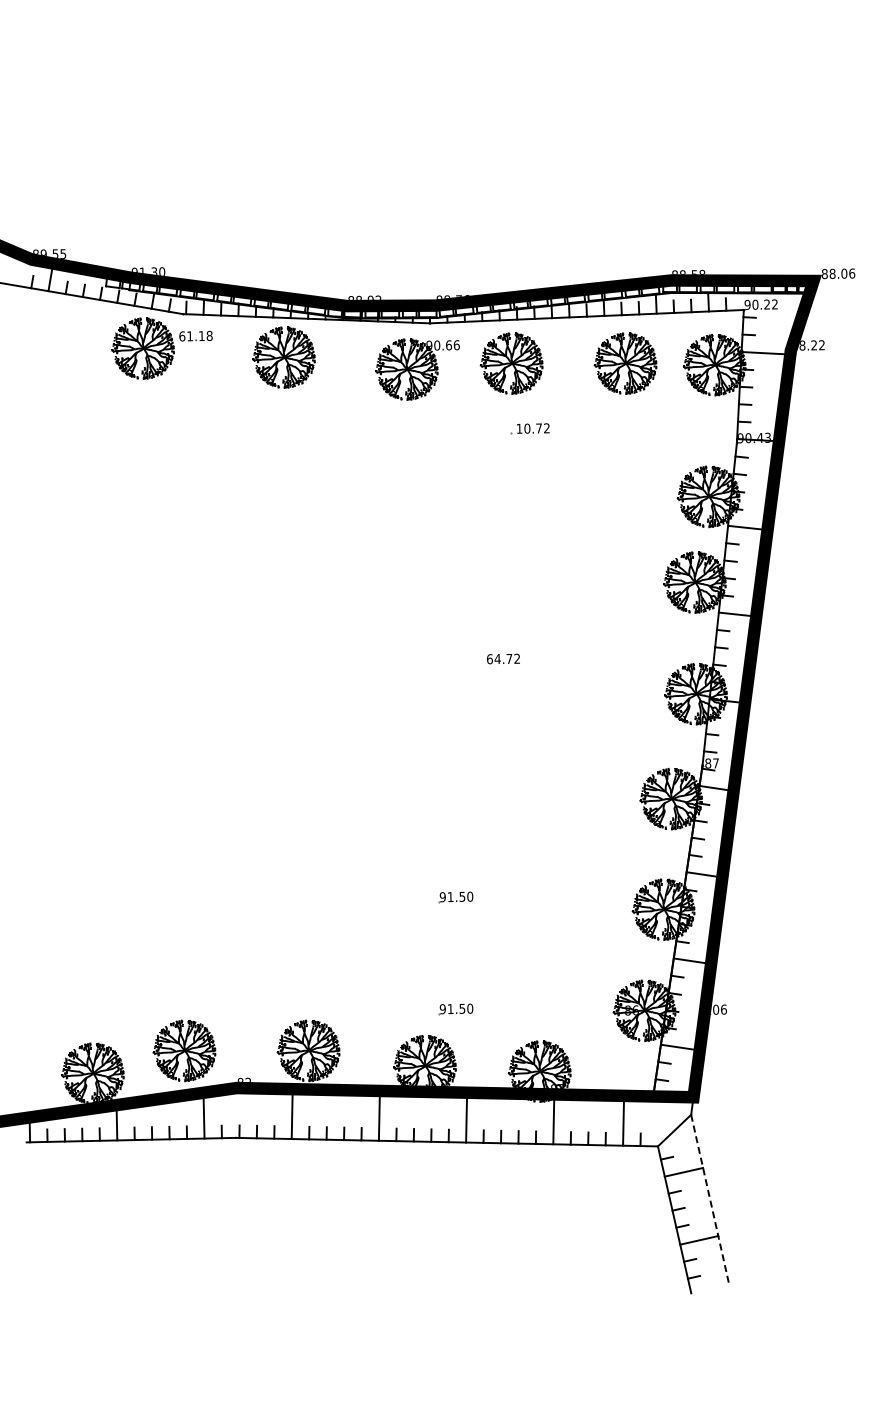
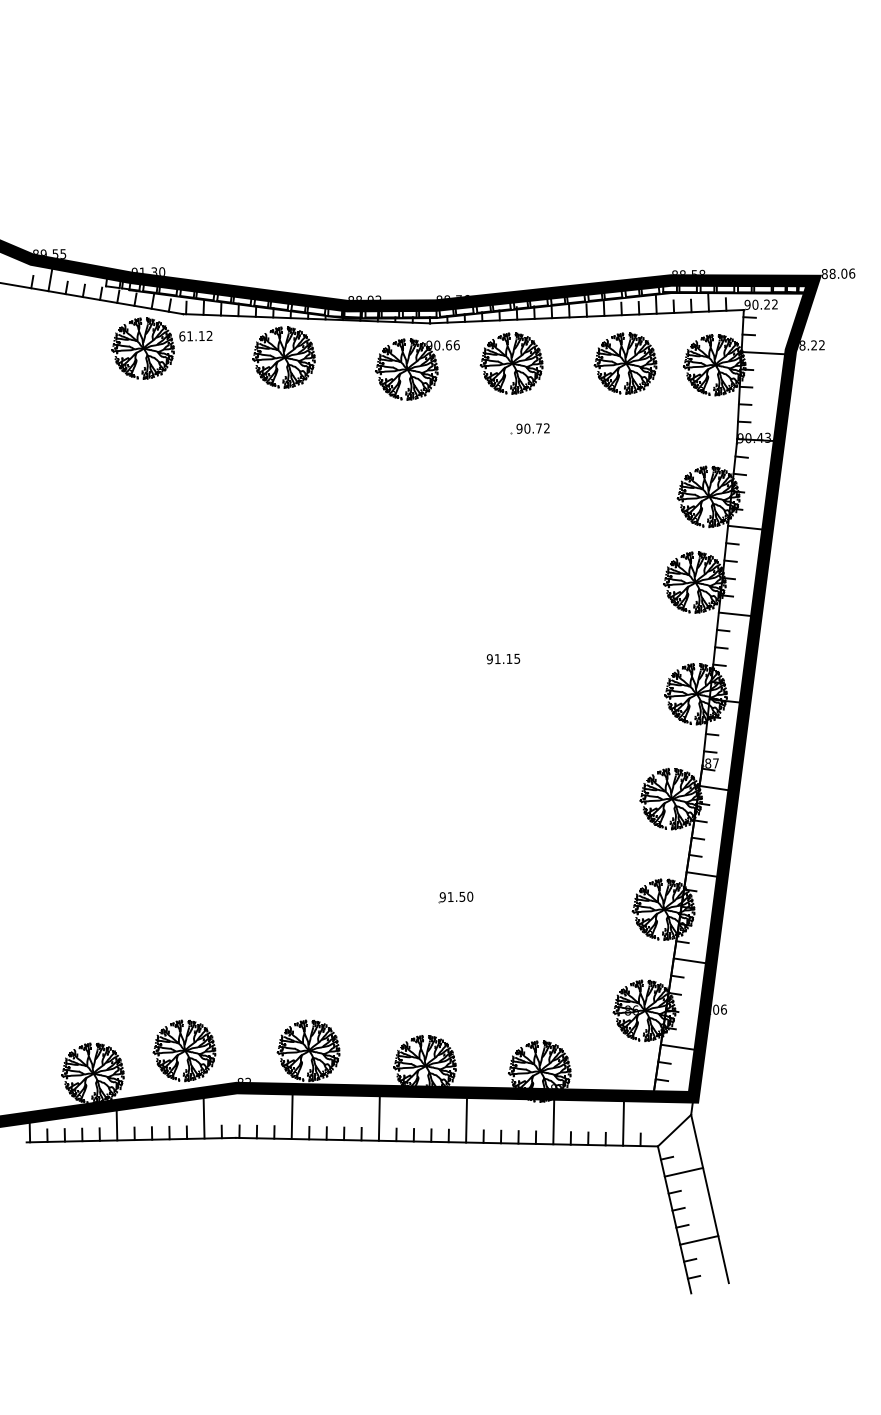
text at (209, 335): 61.18 -> 61.12
text at (519, 428): 10.72 -> 90.72
text at (503, 658): 64.72 -> 91.15
part at (455, 1009): present -> none
line at (710, 1199): dashed -> solid
